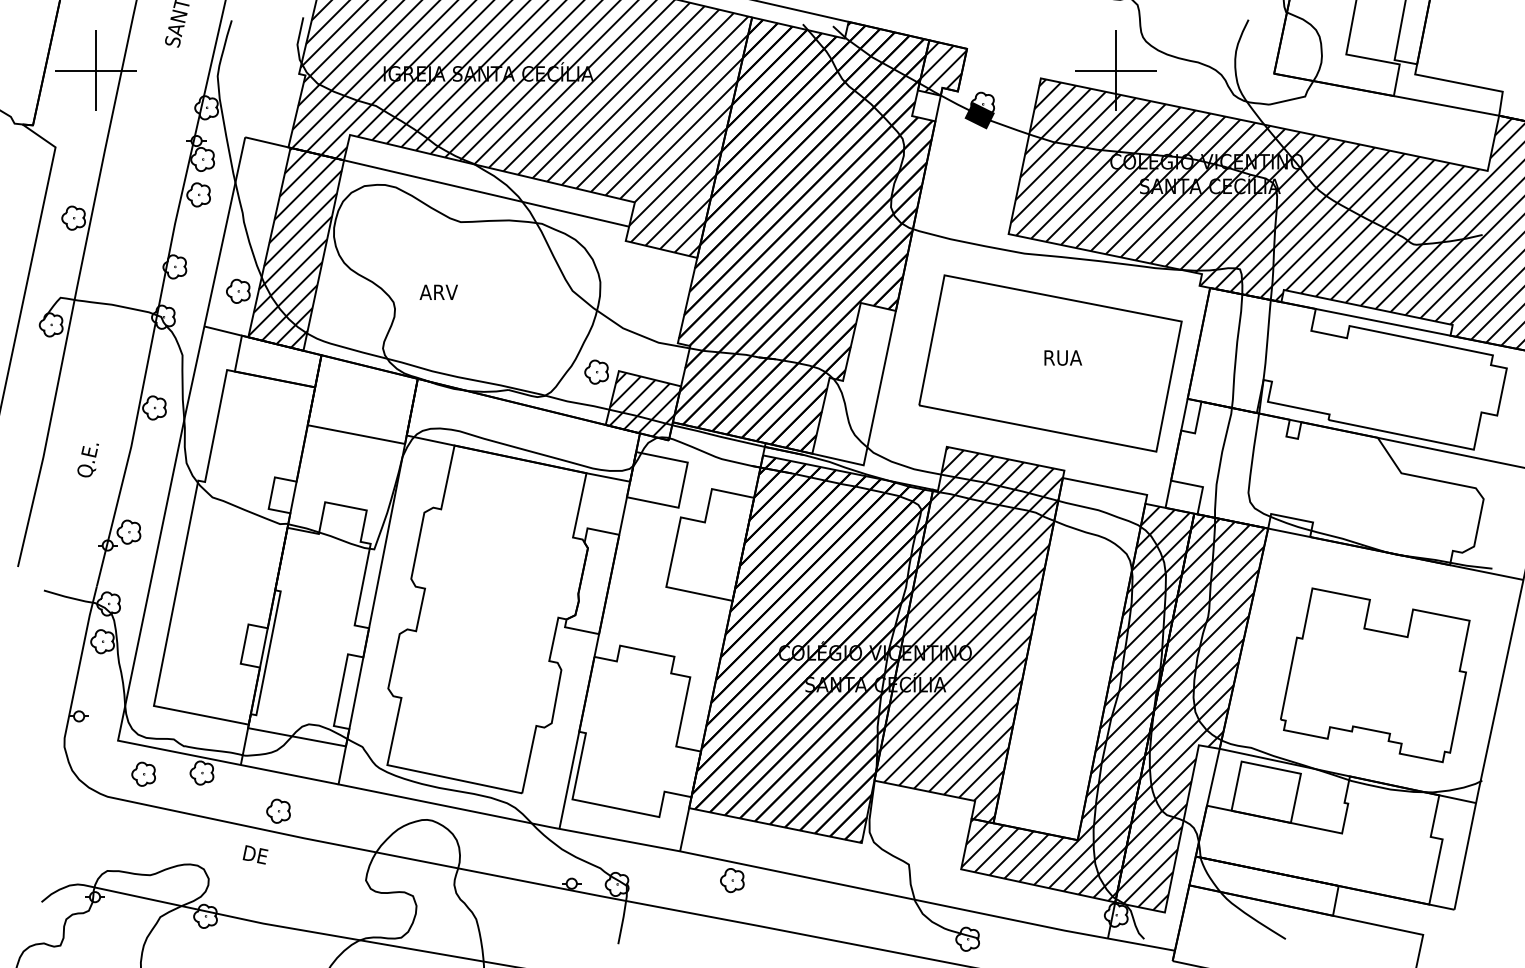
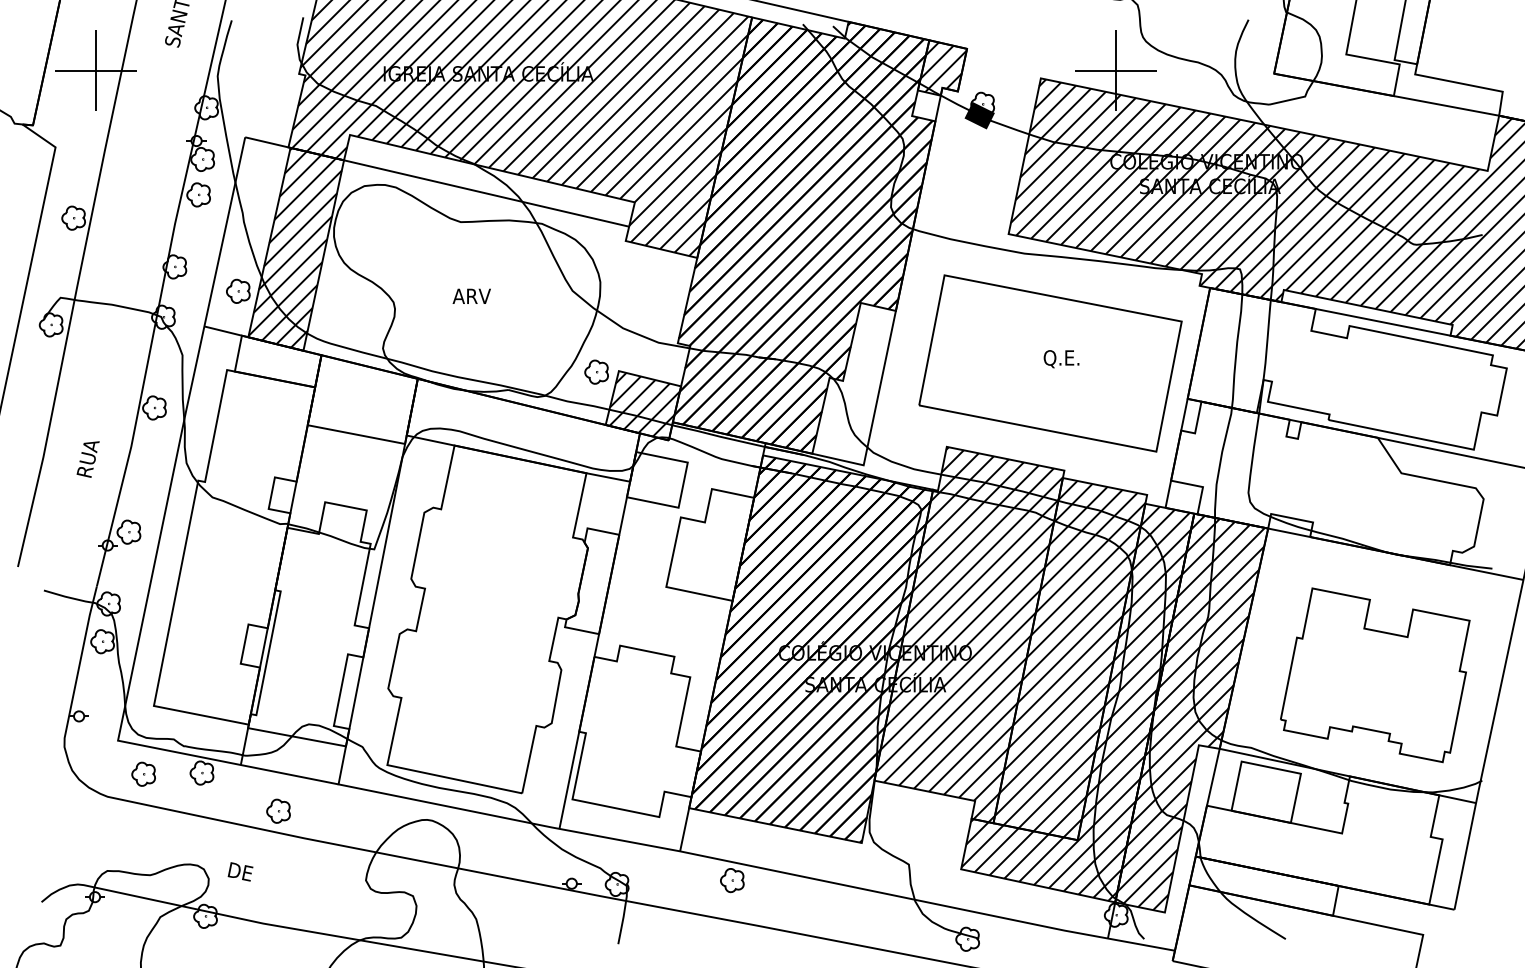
text at (438, 291) position: (438, 291) -> (471, 295)
text at (1062, 359): RUA -> Q.E.
text at (87, 459): Q.E. -> RUA
hatch at (1069, 658): none -> present
text at (255, 854) position: (255, 854) -> (240, 871)
